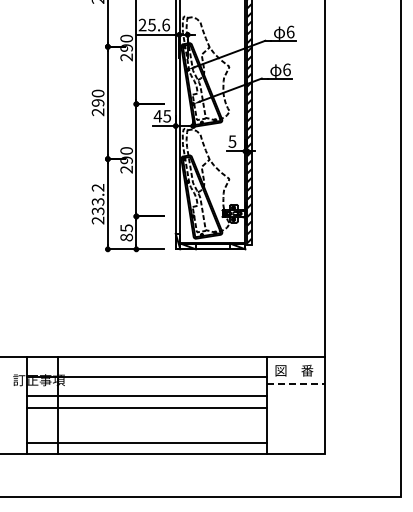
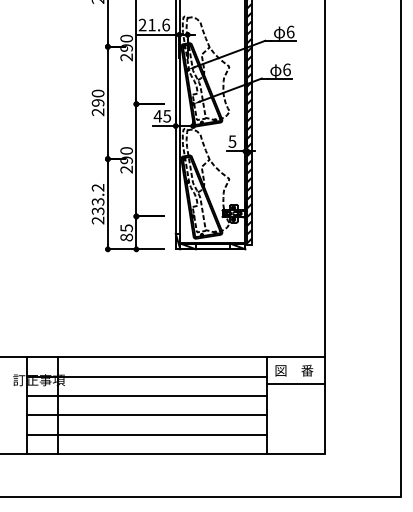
text at (151, 25): 25.6 -> 21.6
line at (296, 384): dashed -> solid
line at (147, 408) position: (147, 408) -> (147, 415)
line at (147, 442) position: (147, 442) -> (147, 434)
